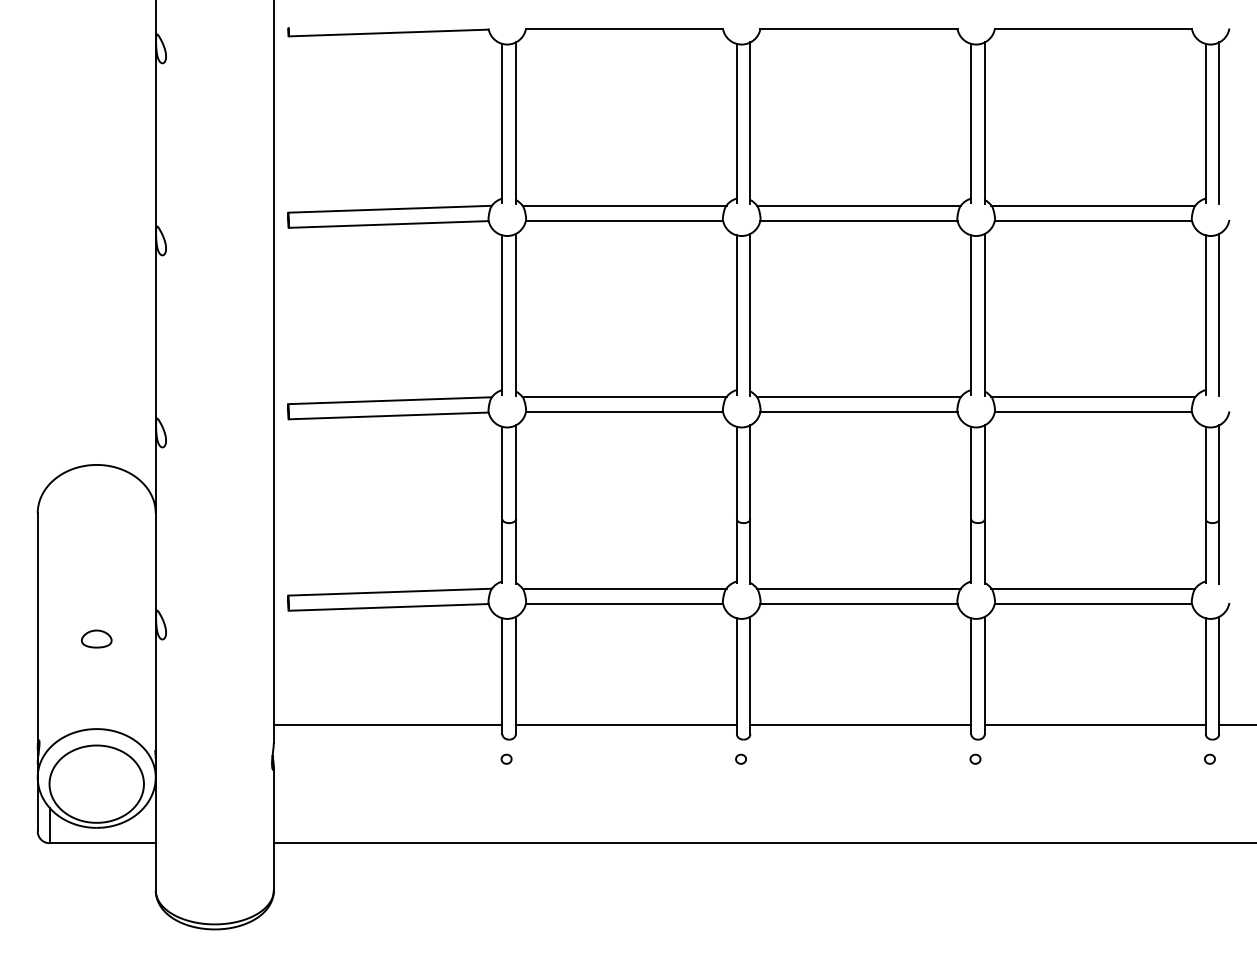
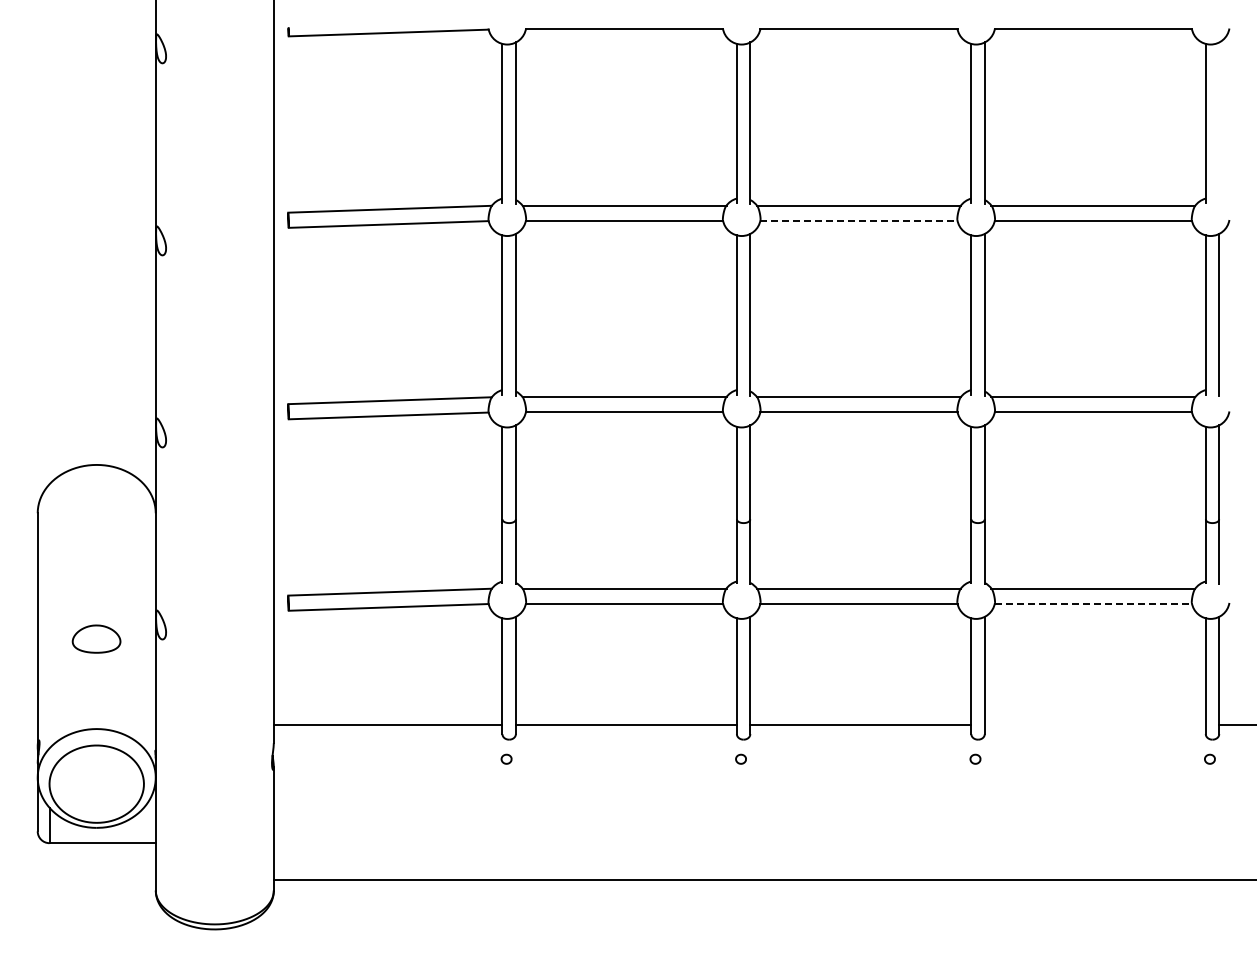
line at (1219, 122): present -> none
line at (858, 220): solid -> dashed
line at (1093, 603): solid -> dashed
part at (96, 638) size: 32x20 px -> 51x30 px
line at (1094, 725): present -> none
line at (763, 843) position: (763, 843) -> (763, 880)
